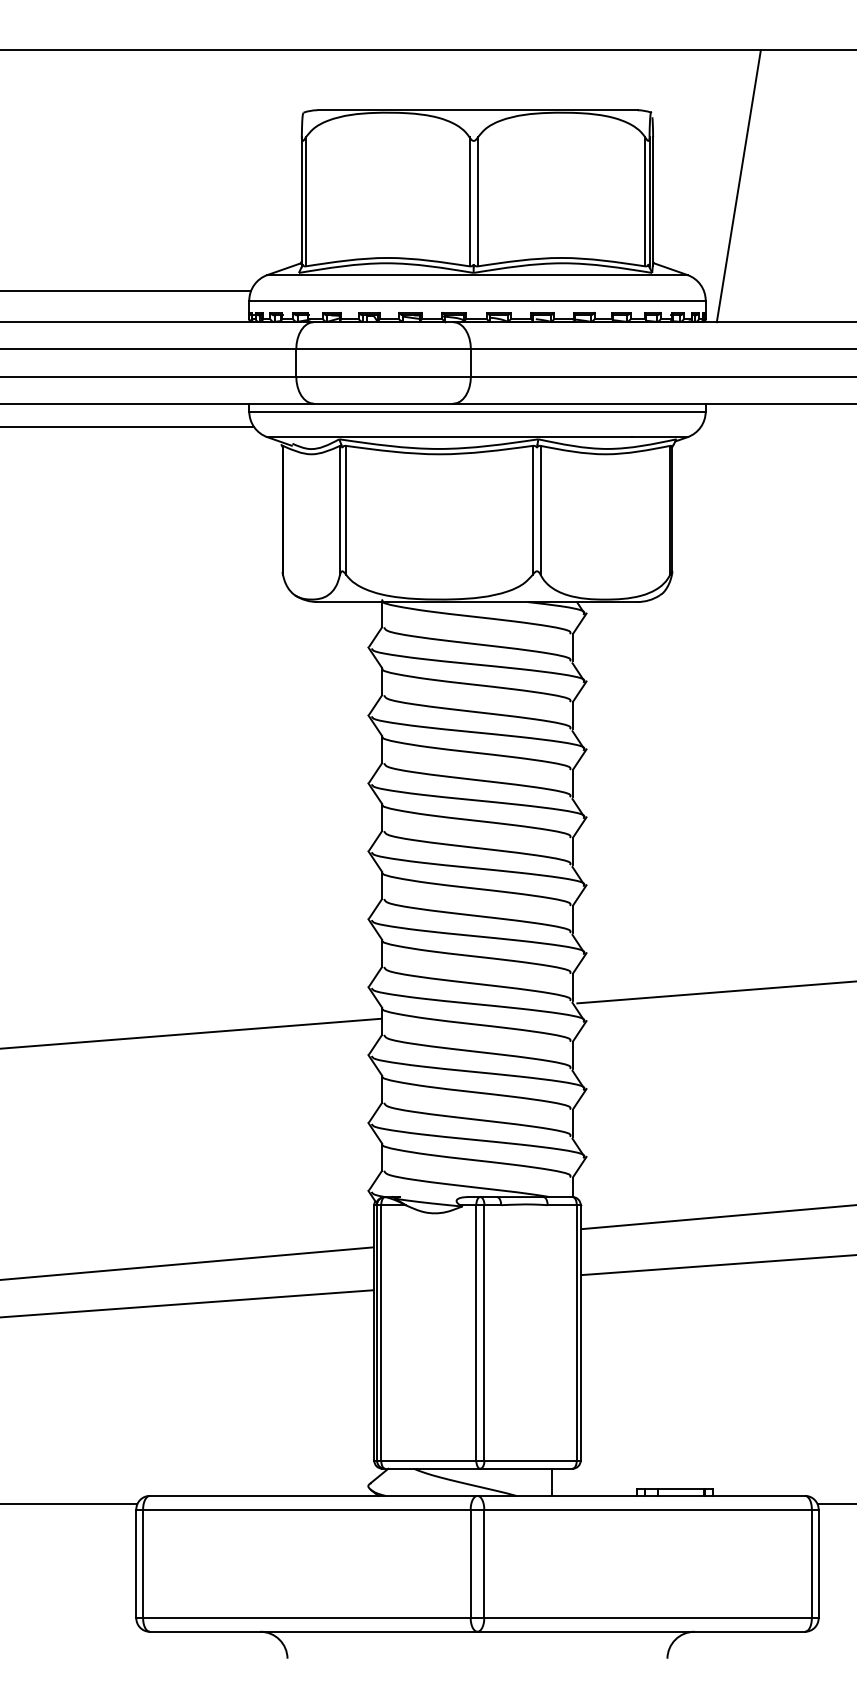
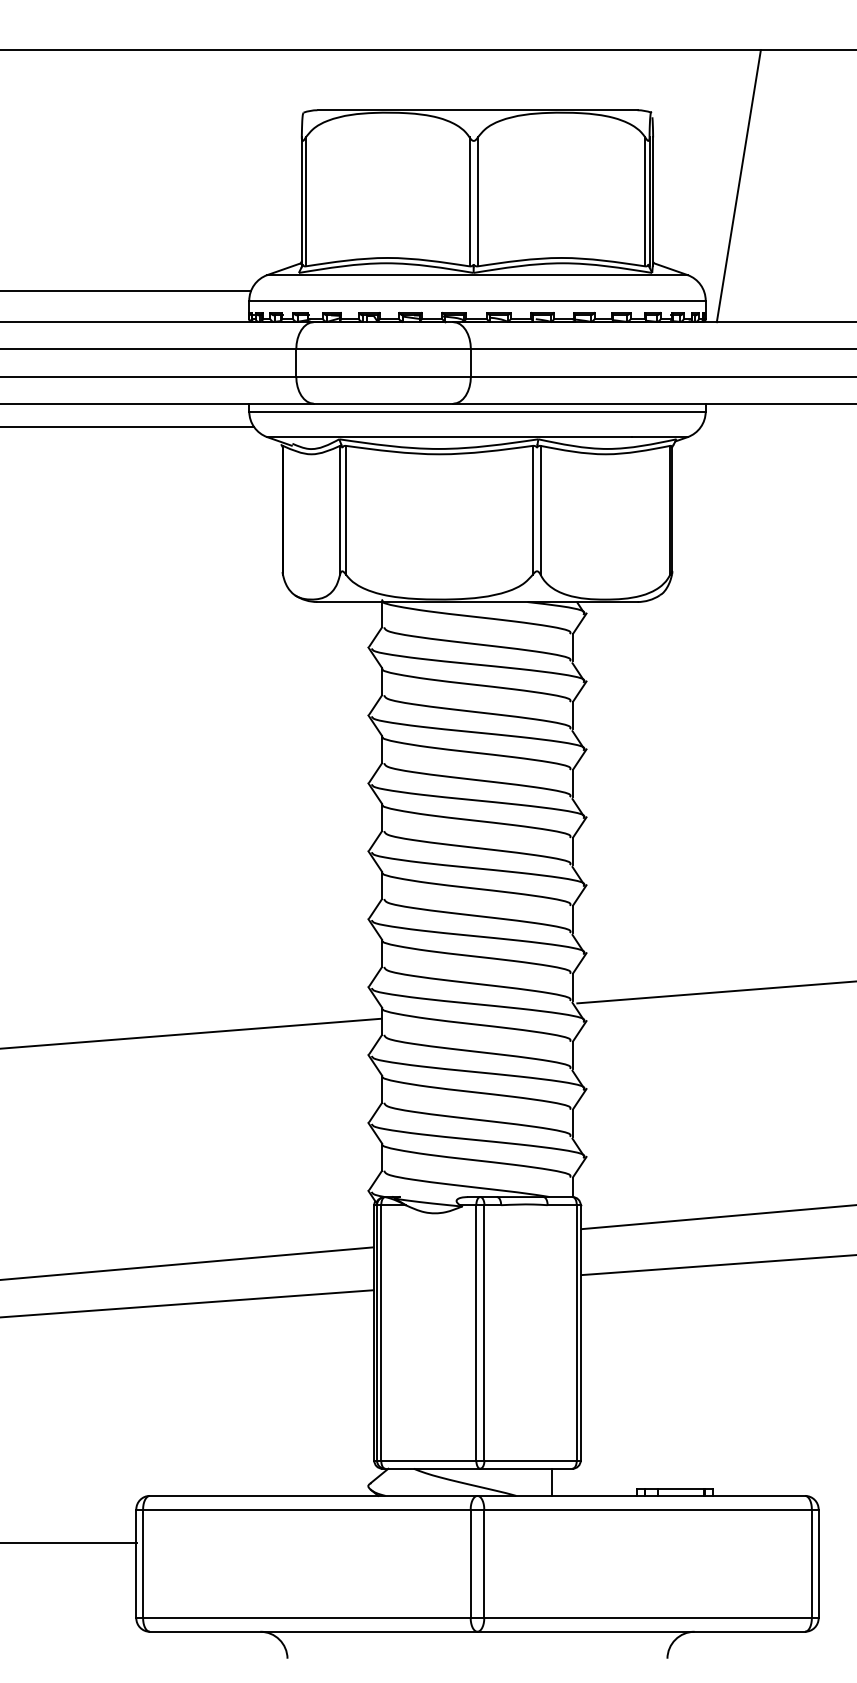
line at (69, 1504) position: (69, 1504) -> (69, 1543)
line at (835, 1504): present -> none
